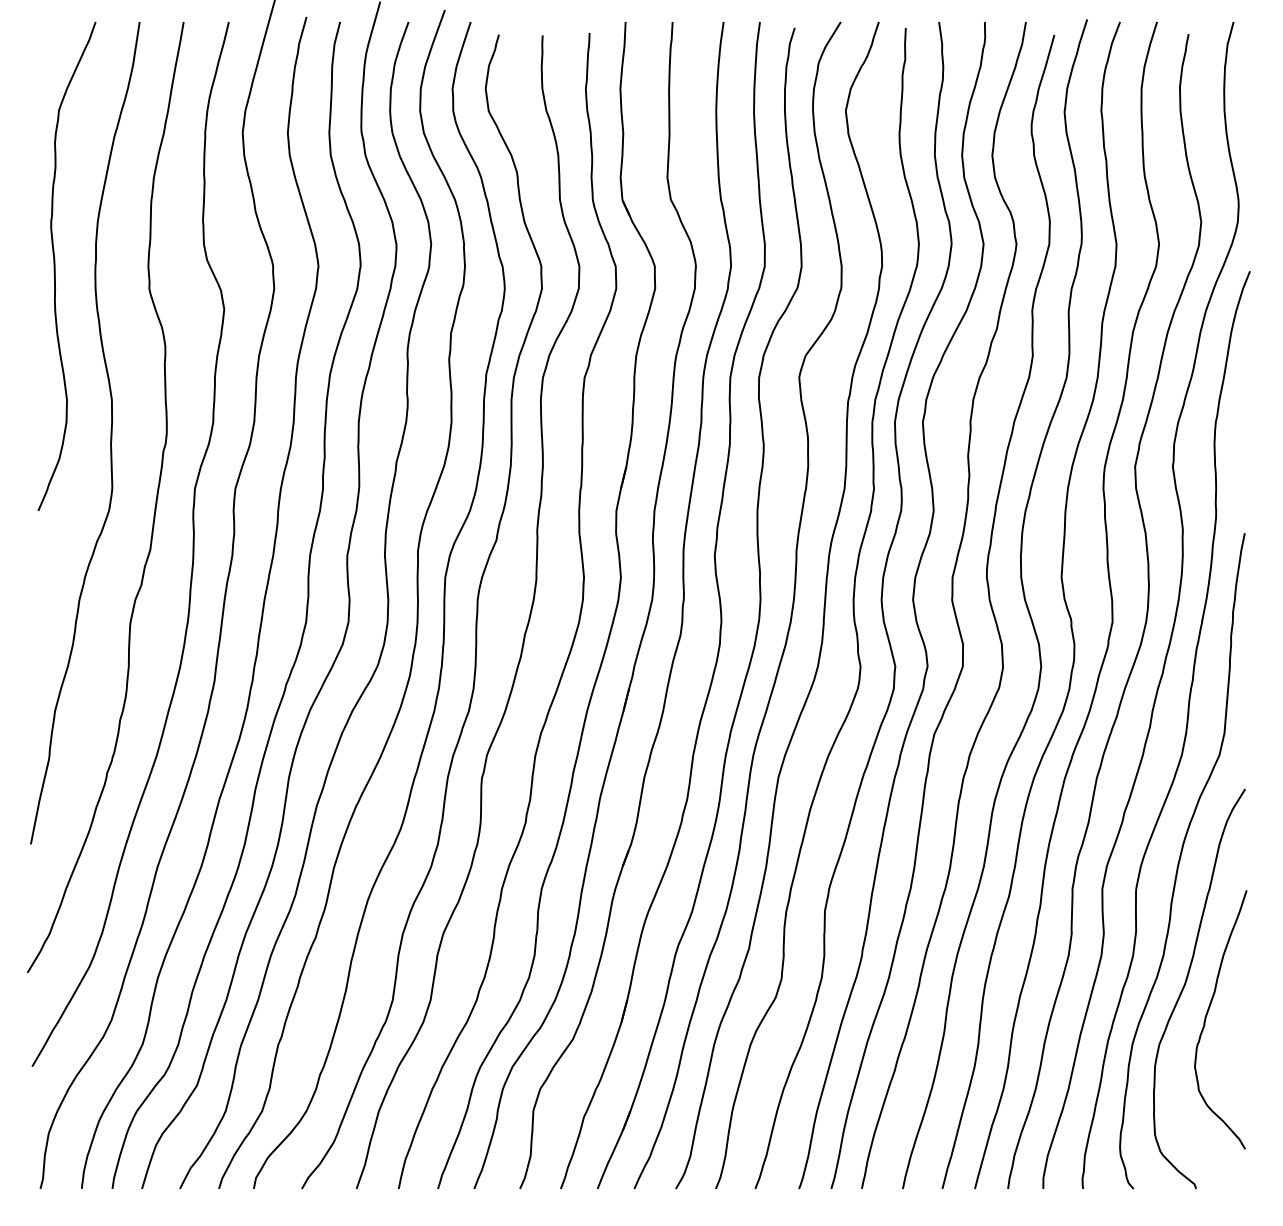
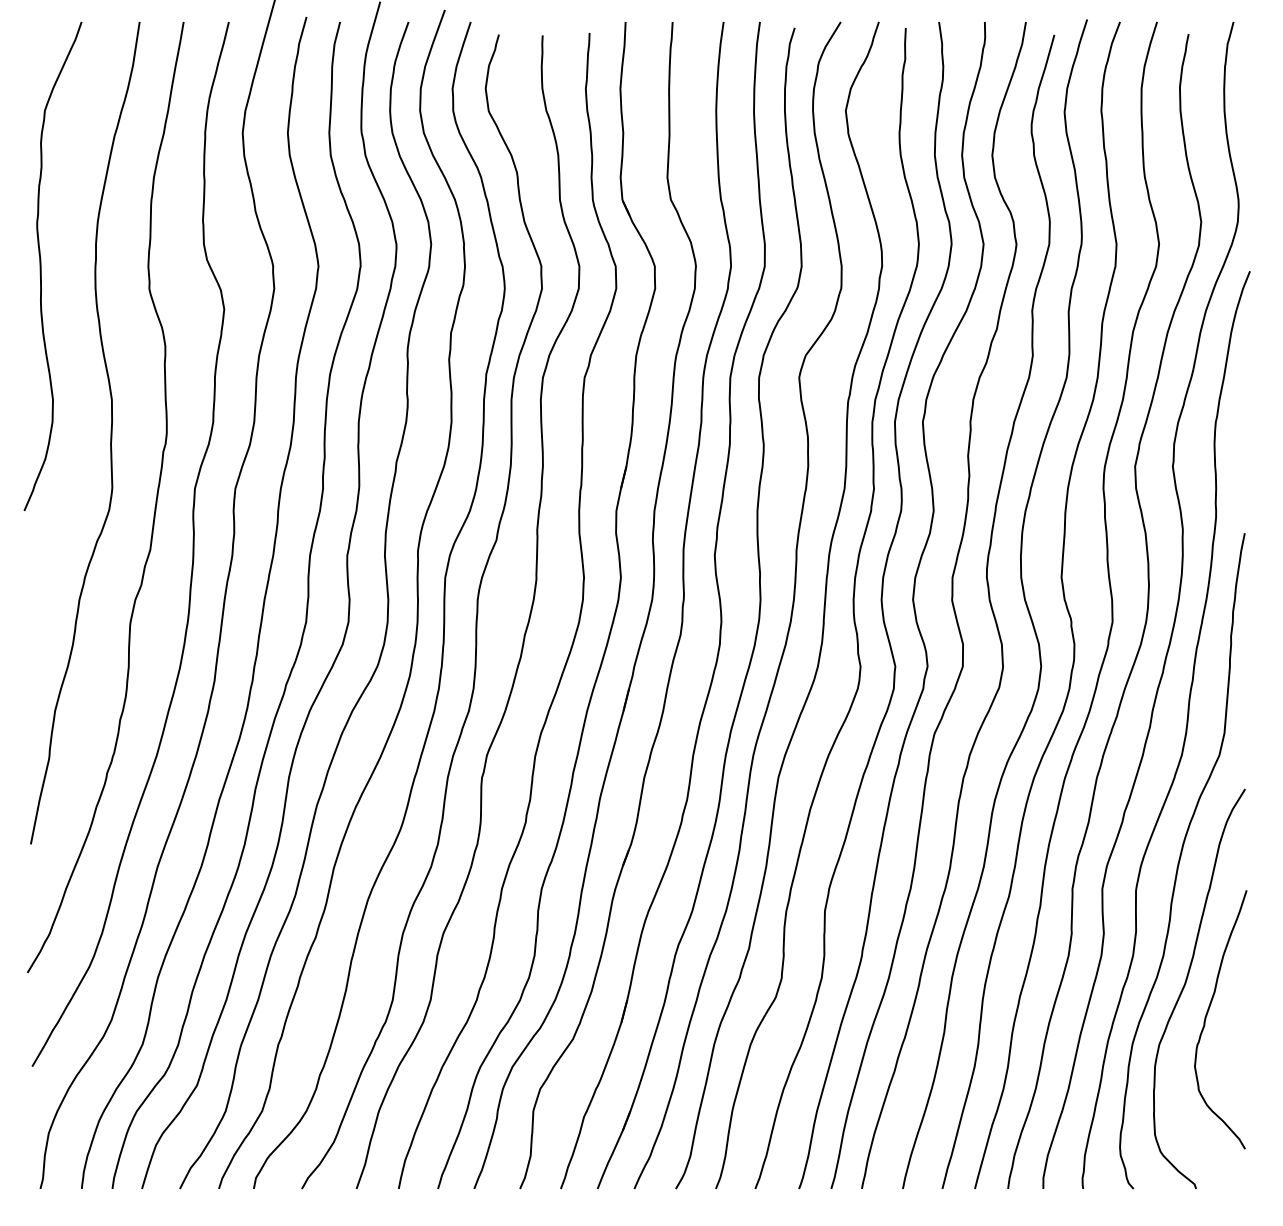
curve at (55, 265) position: (55, 265) -> (41, 265)
